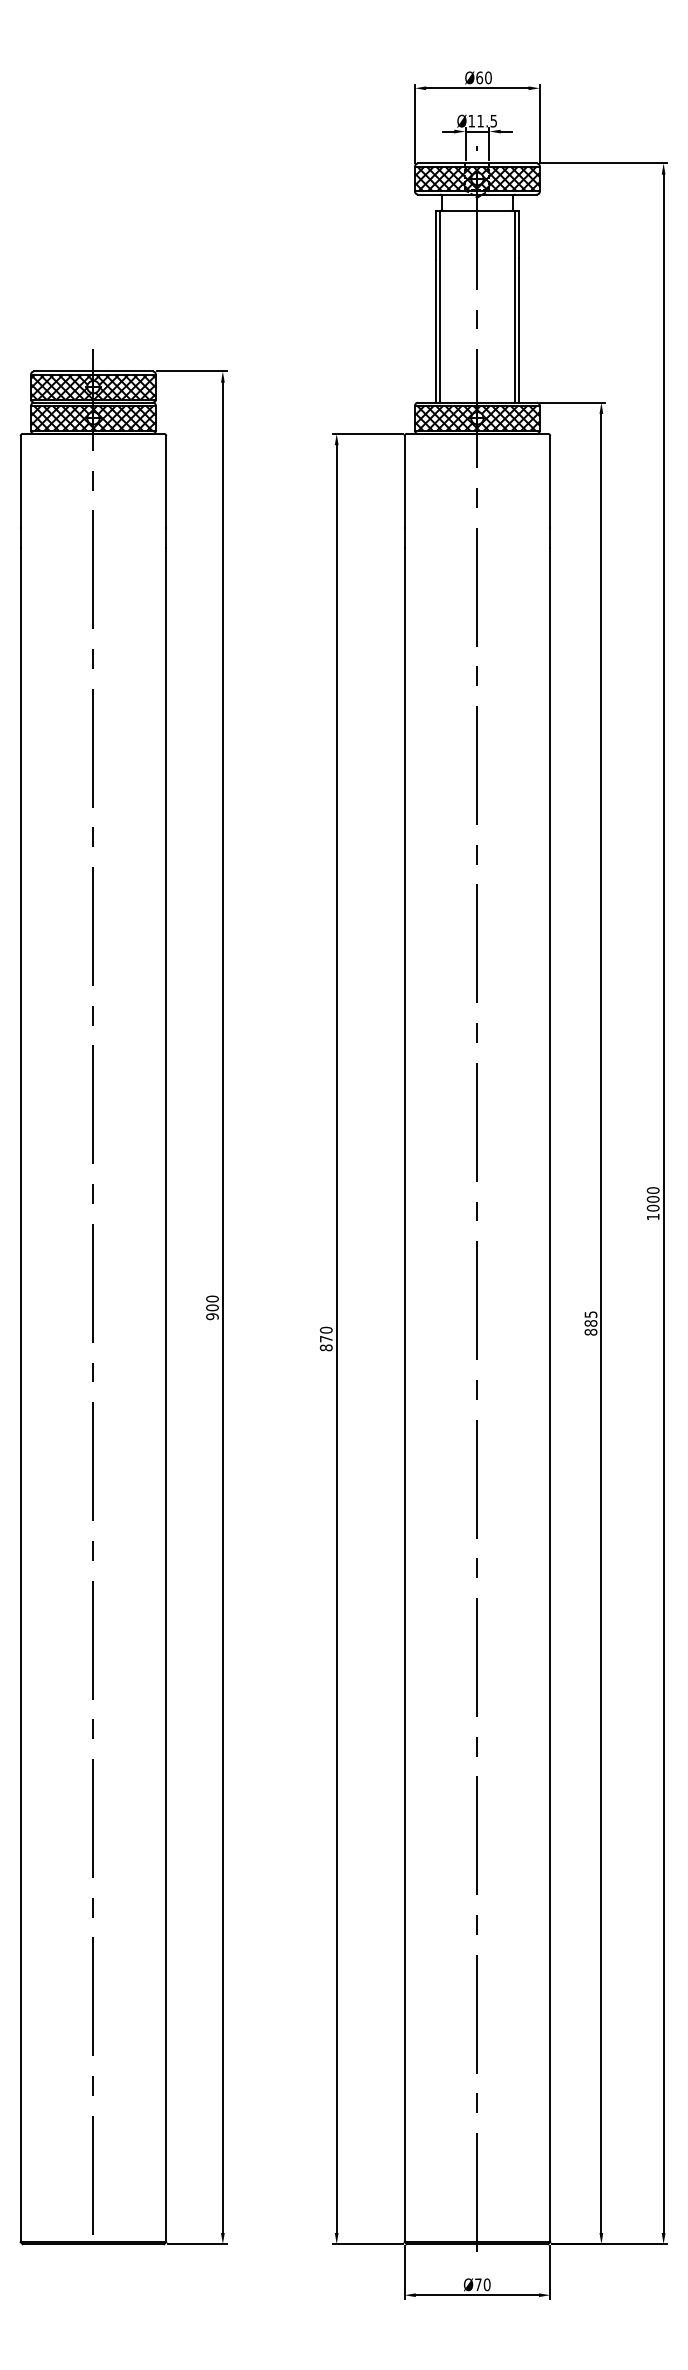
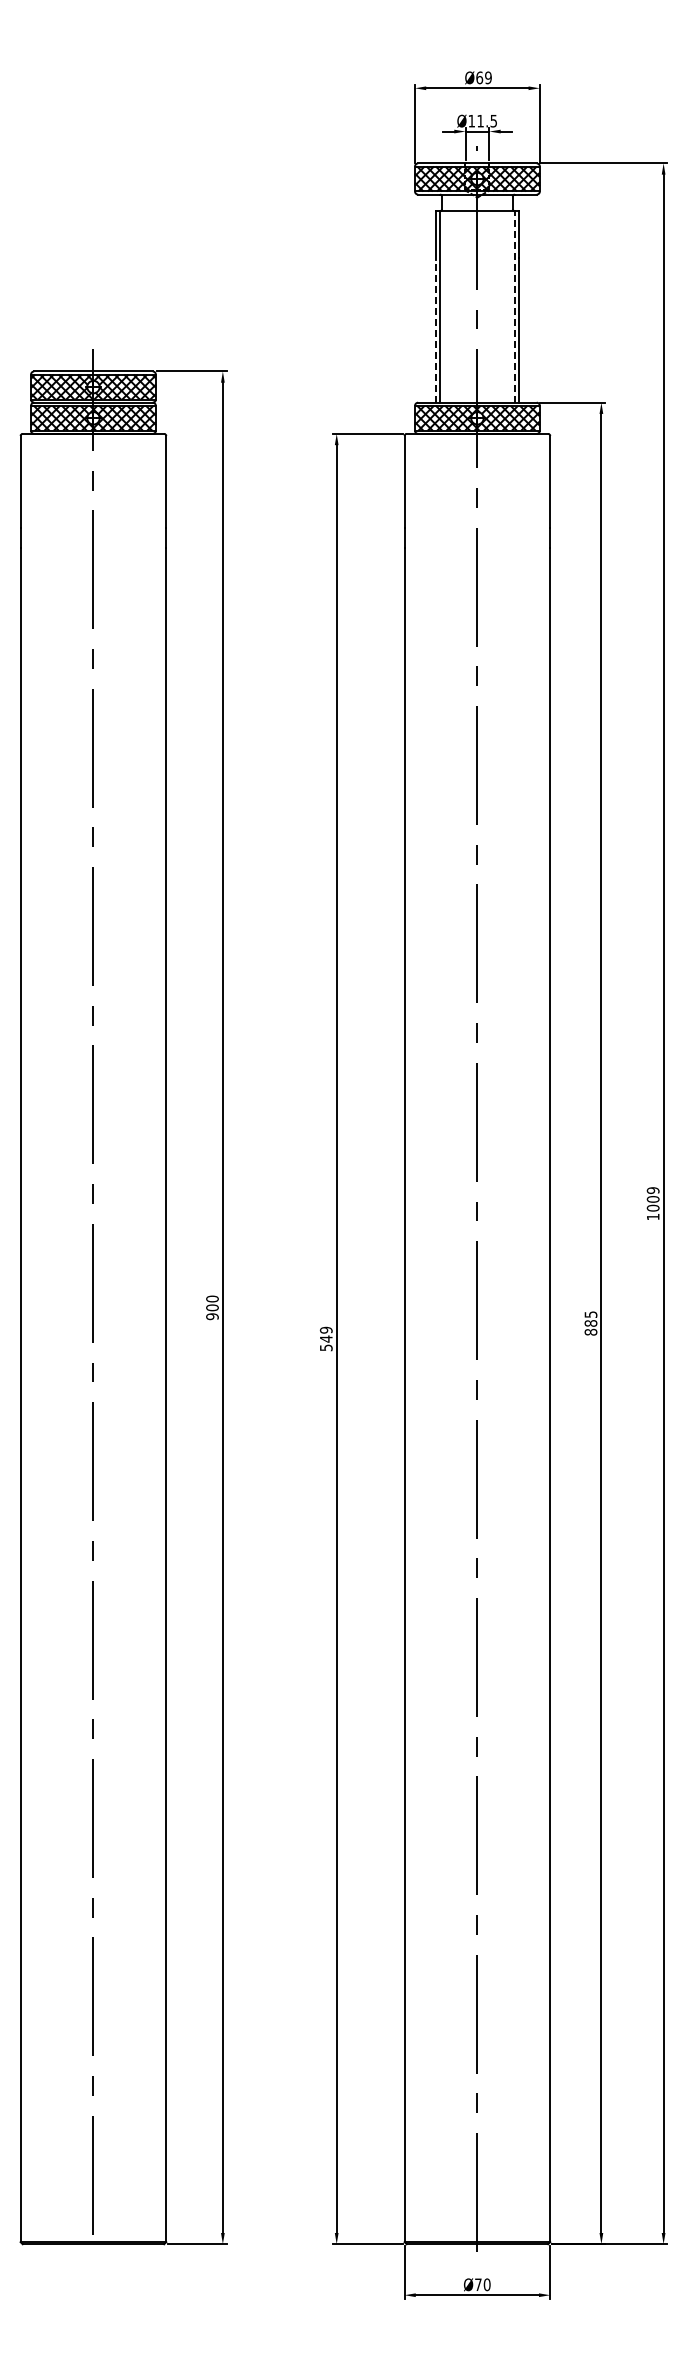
text at (488, 77): Ø60 -> Ø69
line at (514, 306): solid -> dashed
line at (435, 330): solid -> dashed
text at (653, 1190): 1000 -> 1009
text at (325, 1339): 870 -> 549
